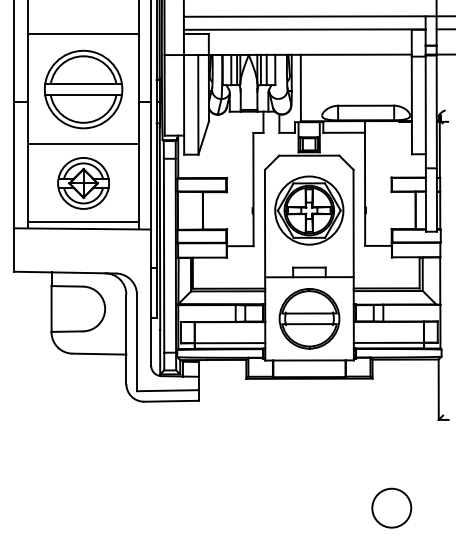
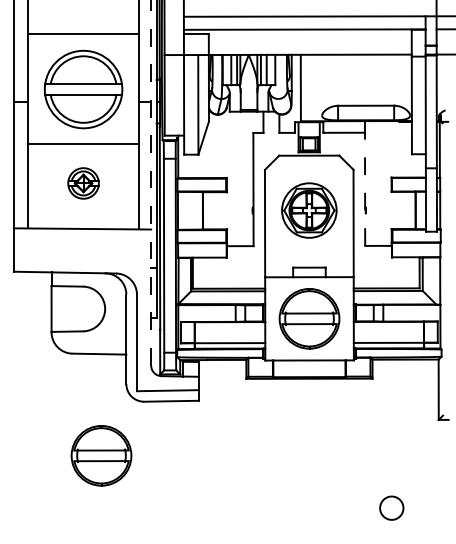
line at (151, 182): solid -> dashed
part at (83, 183) size: 53x53 px -> 33x33 px
line at (365, 189): solid -> dashed
part at (309, 210) size: 71x71 px -> 57x57 px
line at (83, 222): present -> none
part at (101, 455): none -> present
circle at (391, 507) diameter: 39 px -> 23 px
